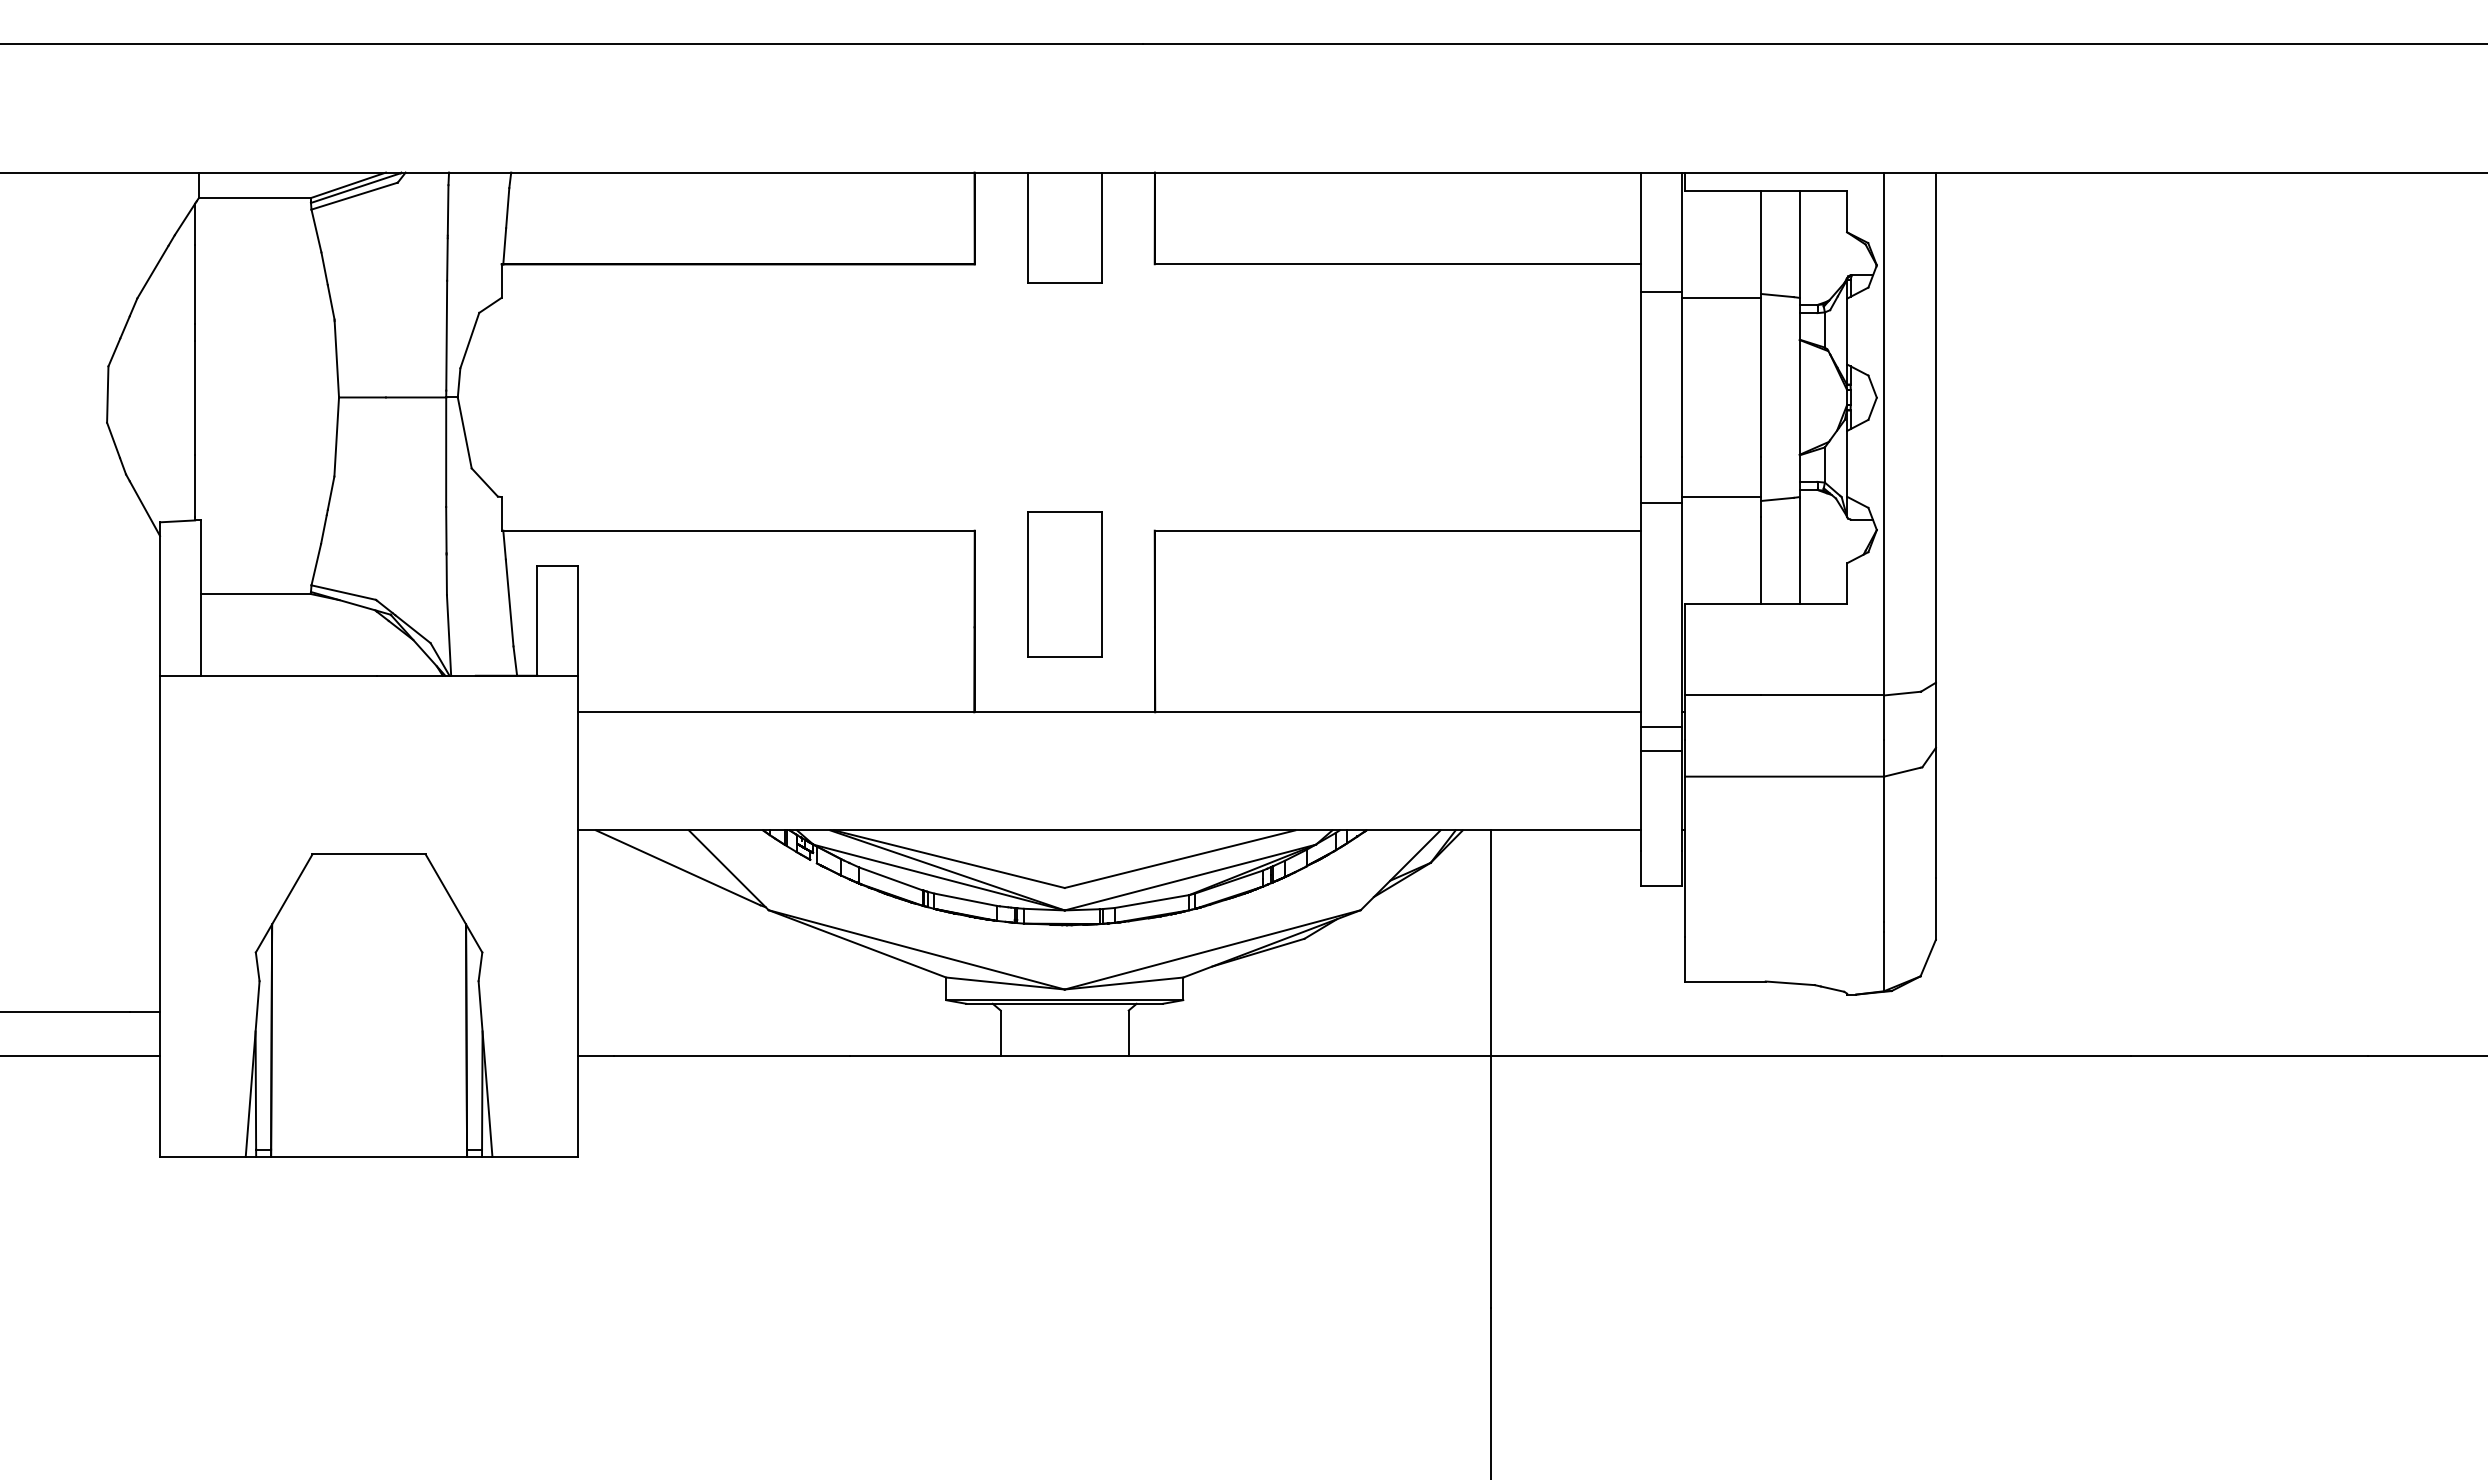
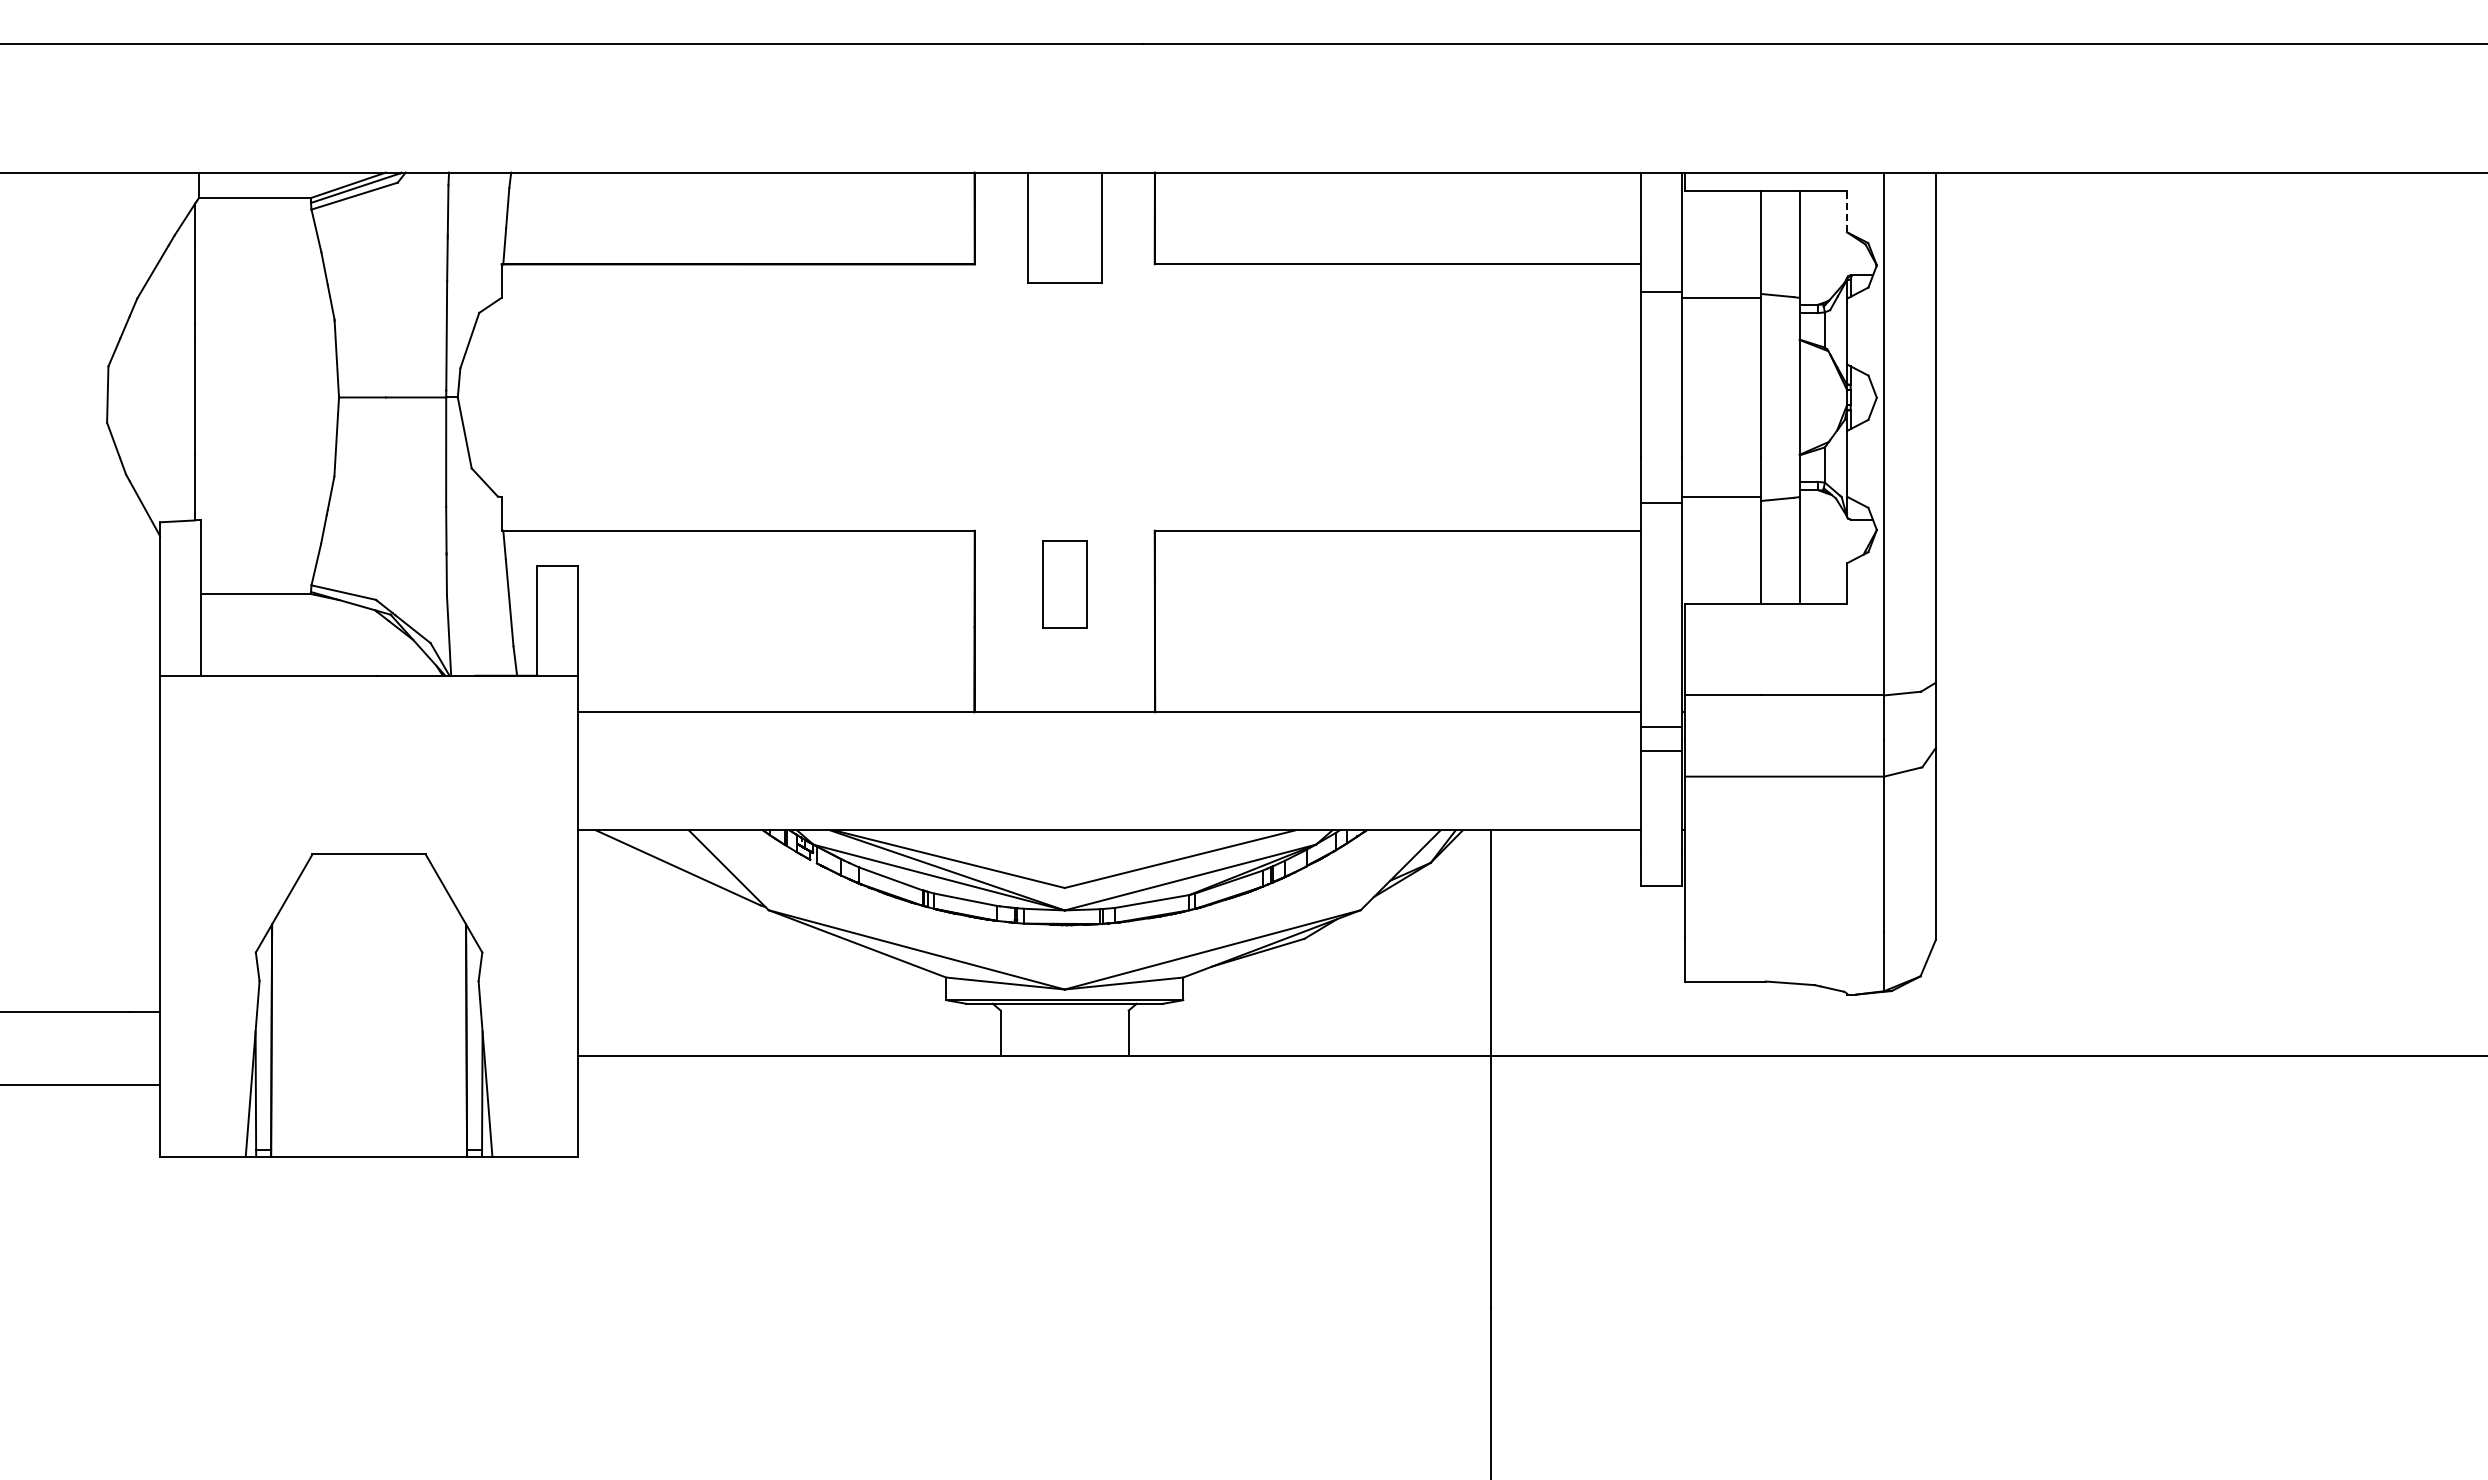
line at (1847, 211): solid -> dashed
part at (1064, 584) size: 76x147 px -> 46x89 px
line at (81, 1056) position: (81, 1056) -> (81, 1085)
